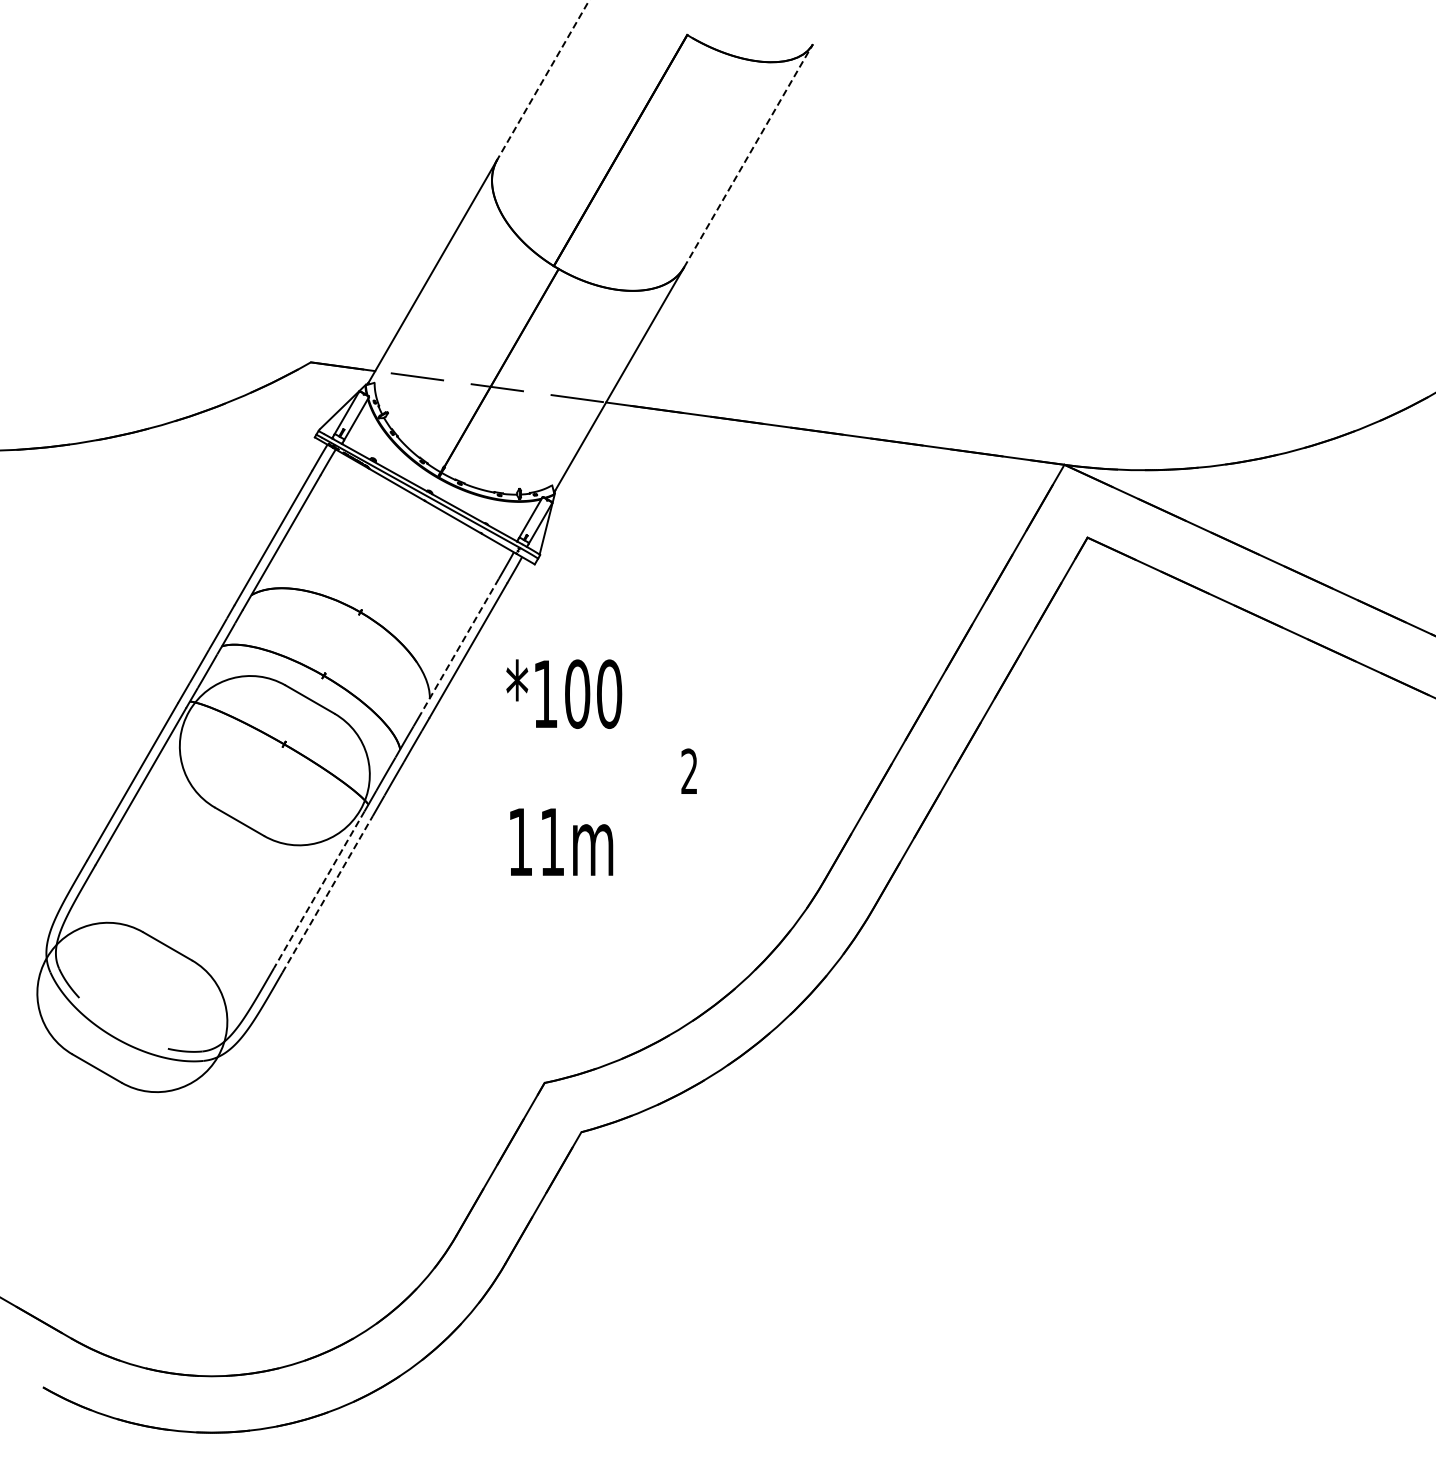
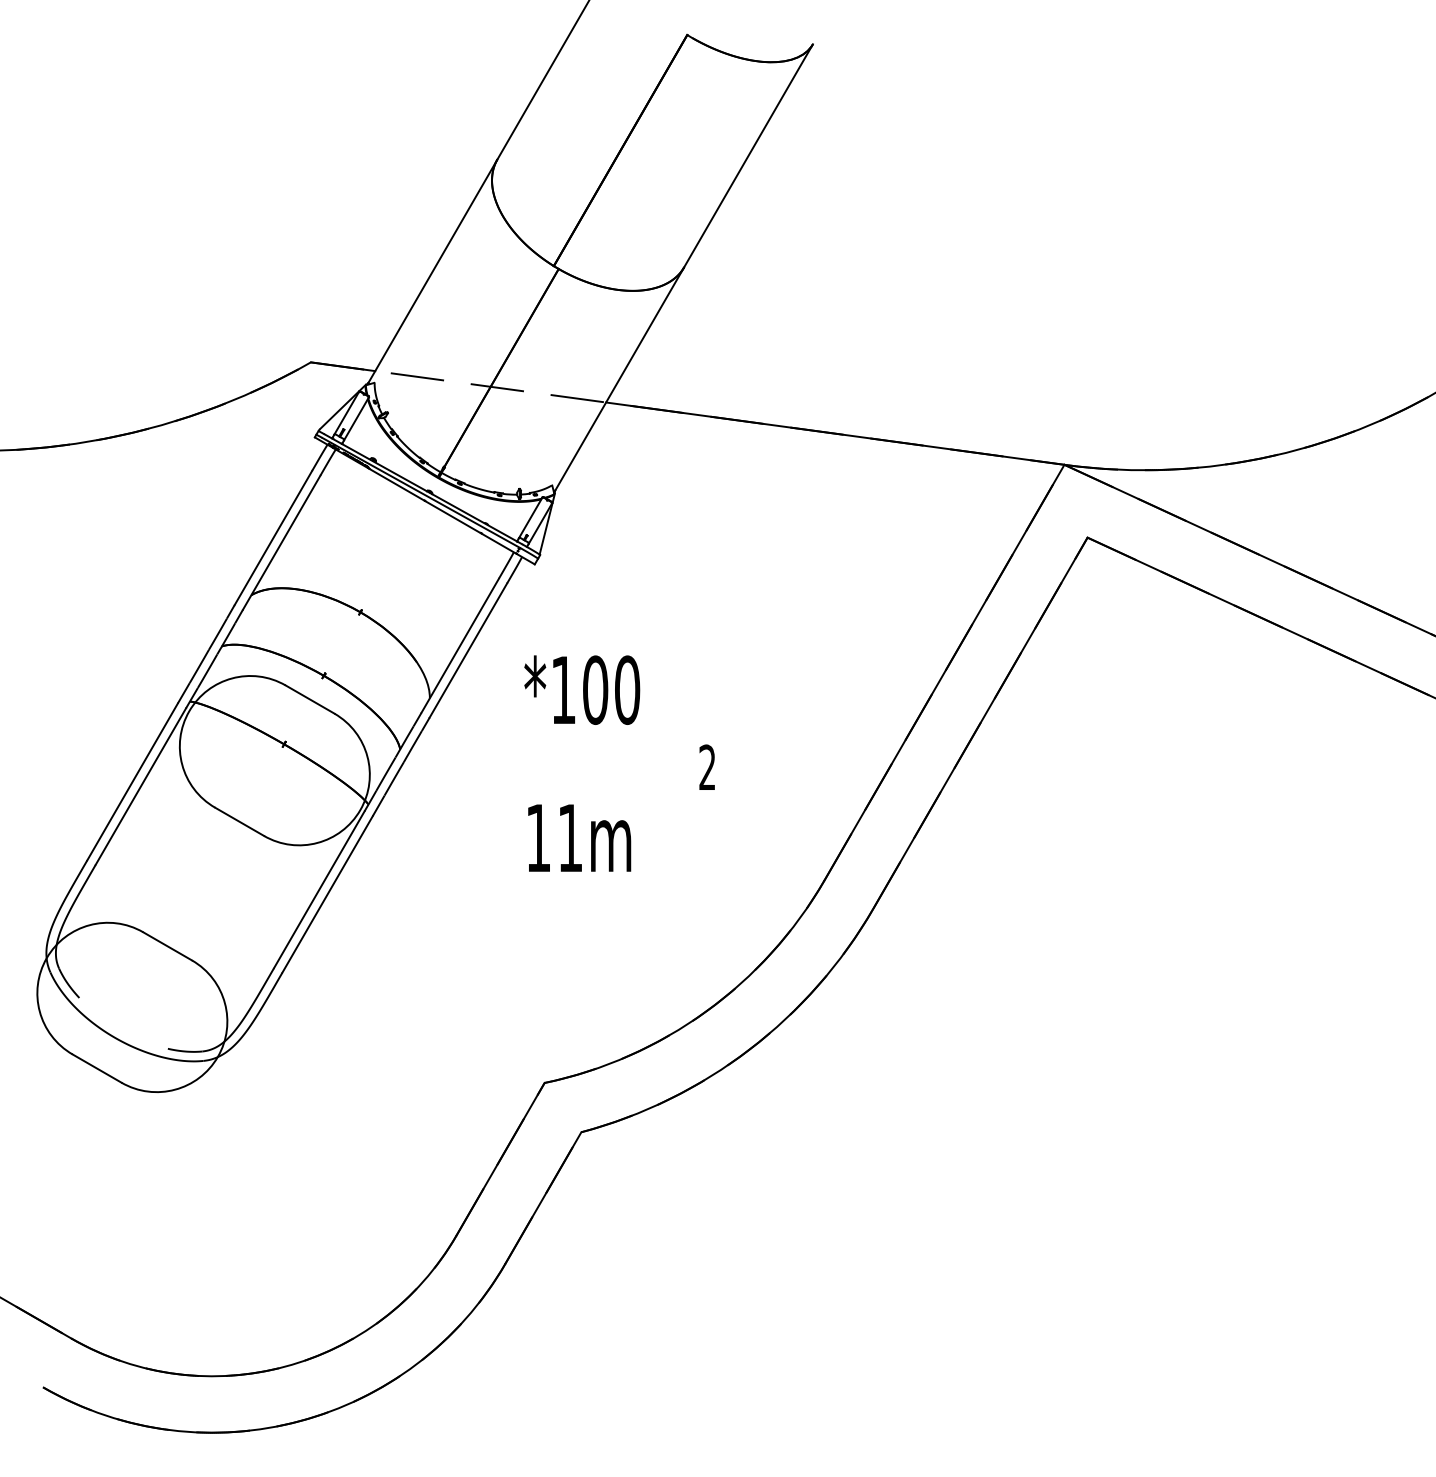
line at (543, 80): dashed -> solid
line at (748, 155): dashed -> solid
line at (459, 646): dashed -> solid
text at (601, 767) position: (601, 767) -> (619, 763)
line at (319, 890): dashed -> solid
line at (327, 894): dashed -> solid
